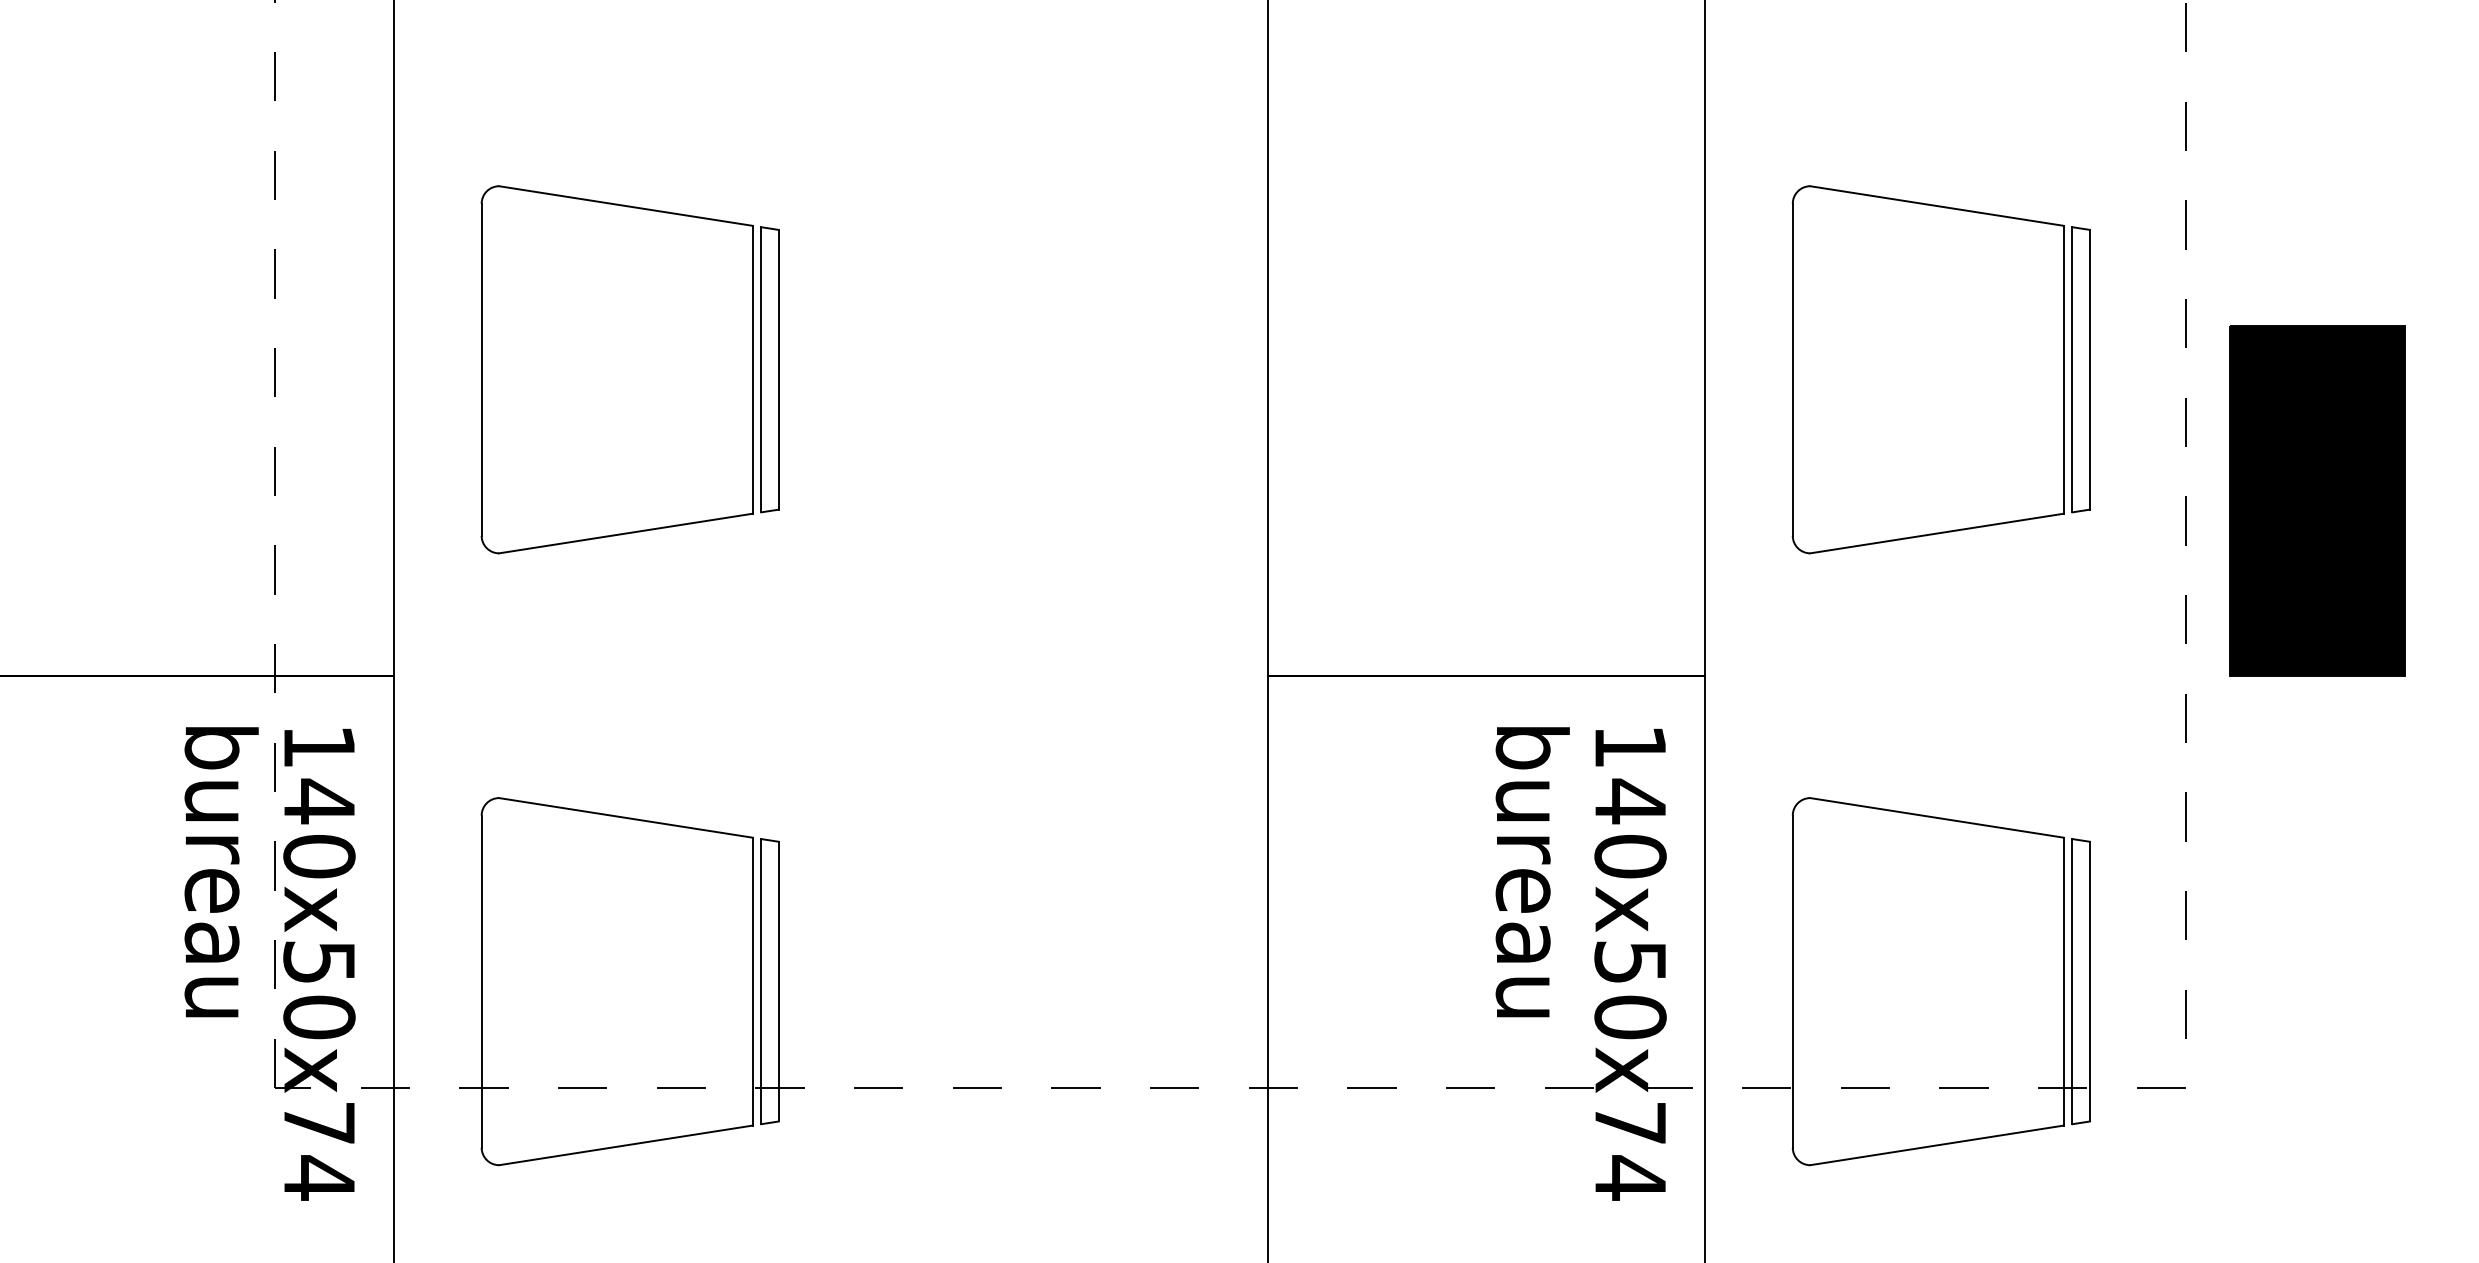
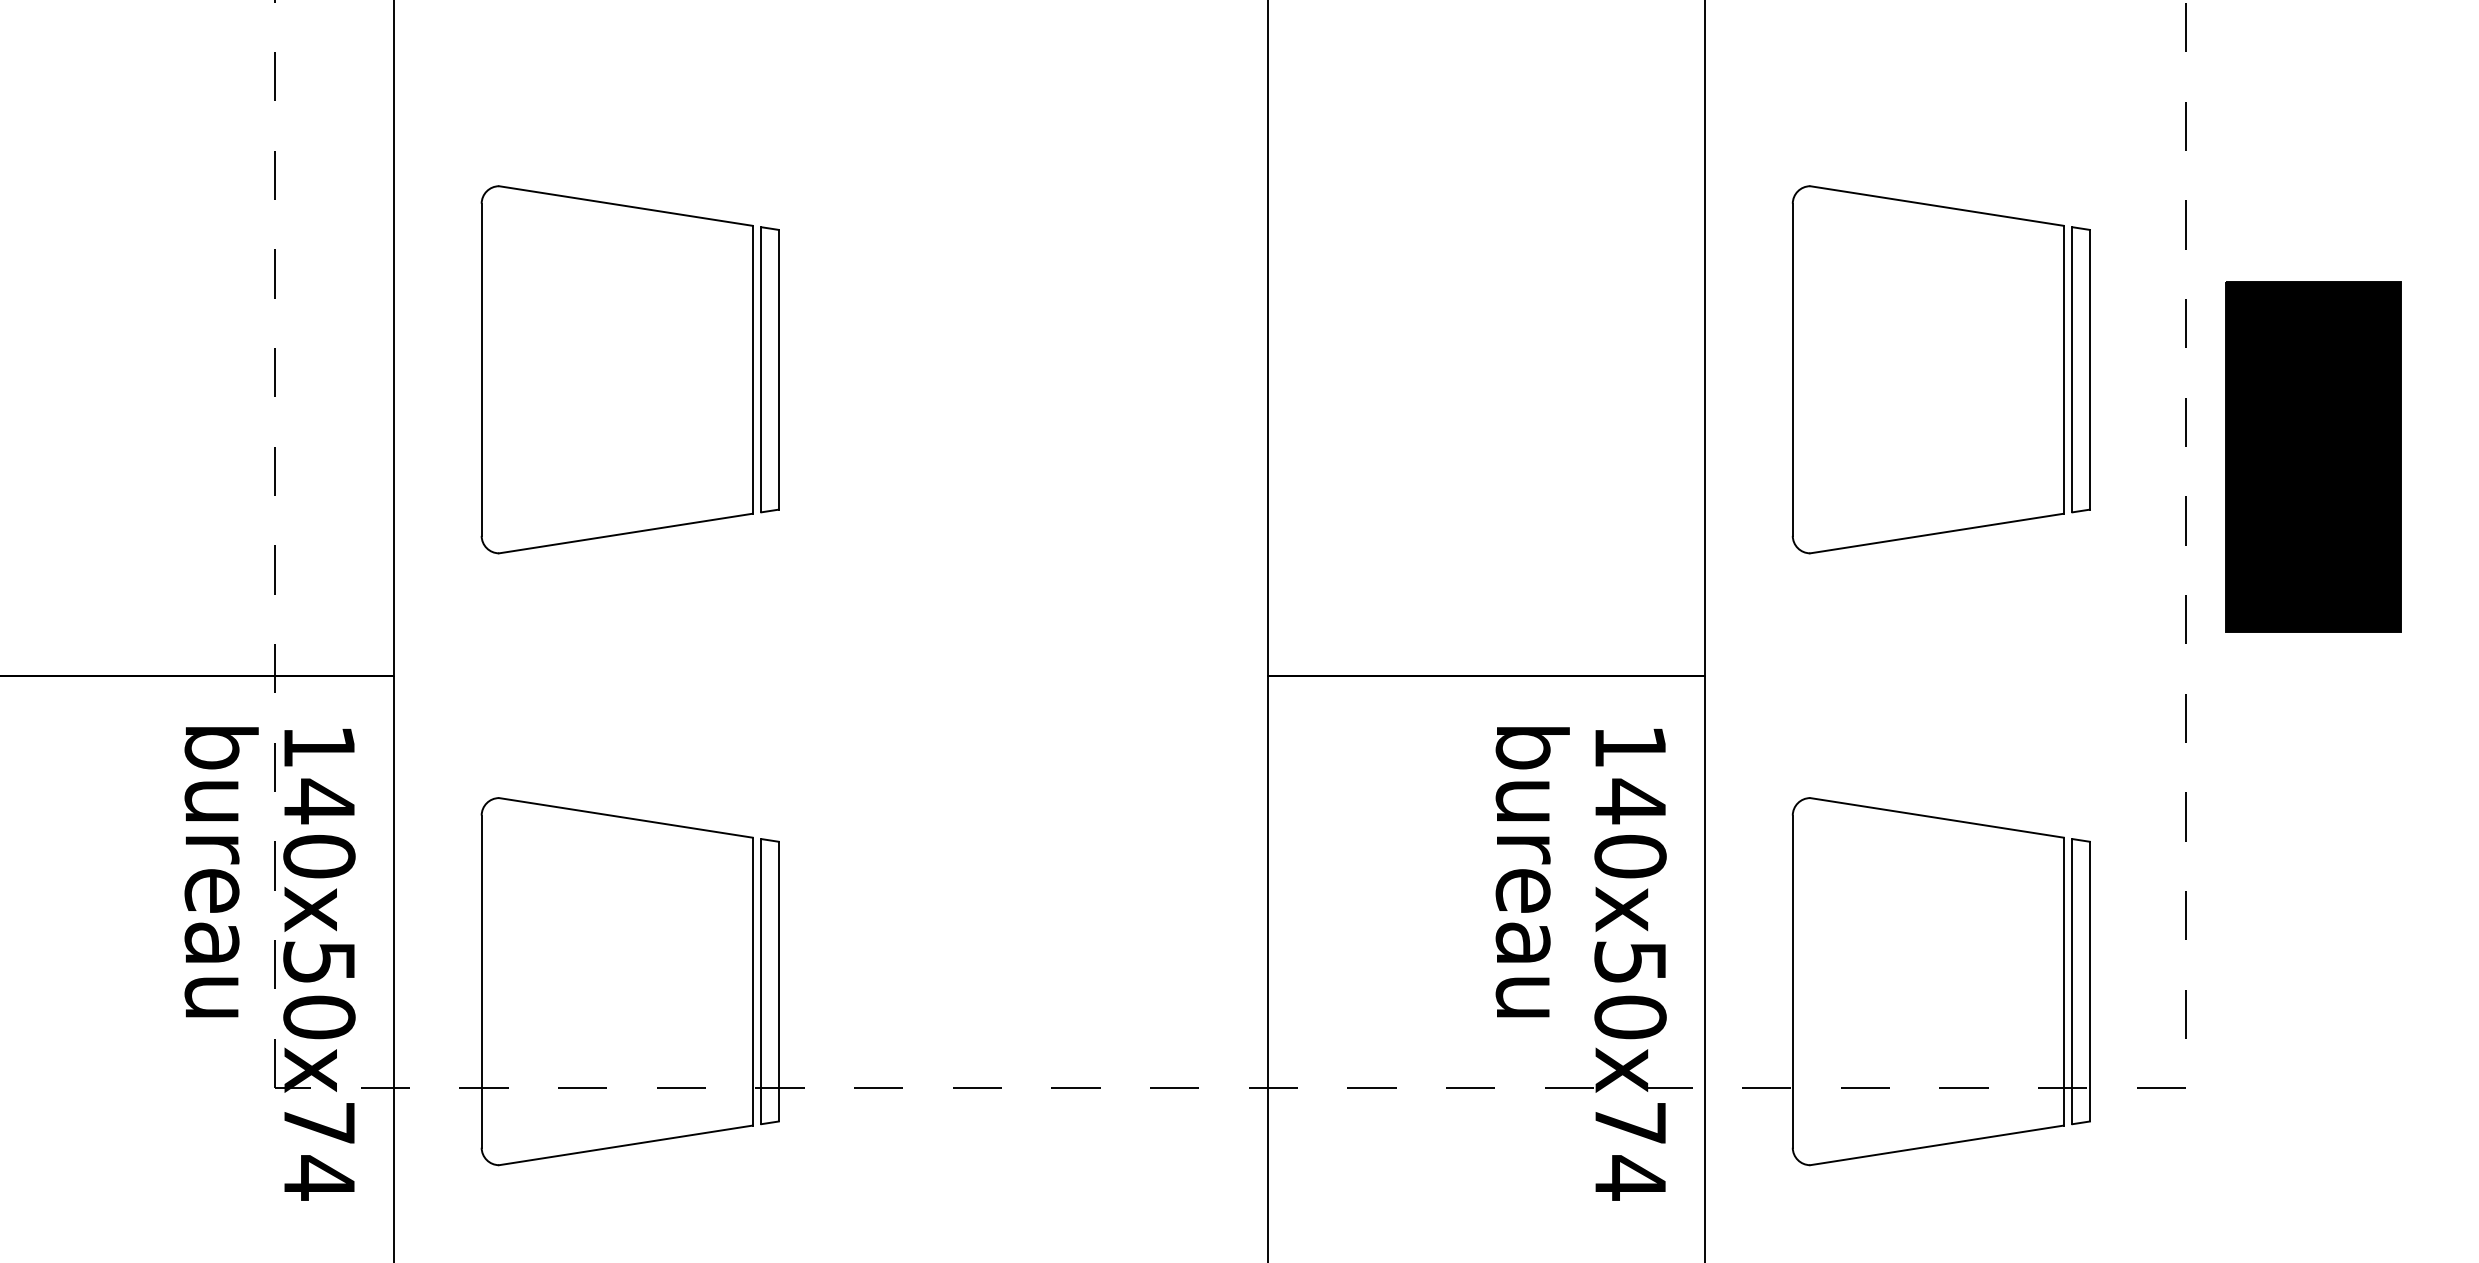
part at (2317, 500) position: (2317, 500) -> (2313, 456)
